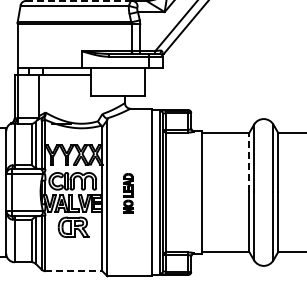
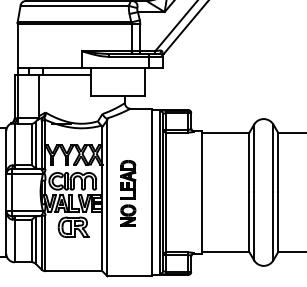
line at (78, 0): dashed -> solid
line at (249, 162): dashed -> solid
part at (128, 193) size: 11x41 px -> 17x67 px
line at (74, 271): dashed -> solid
